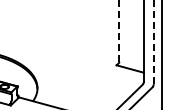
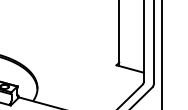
line at (119, 33): dashed -> solid
line at (153, 42): dashed -> solid
